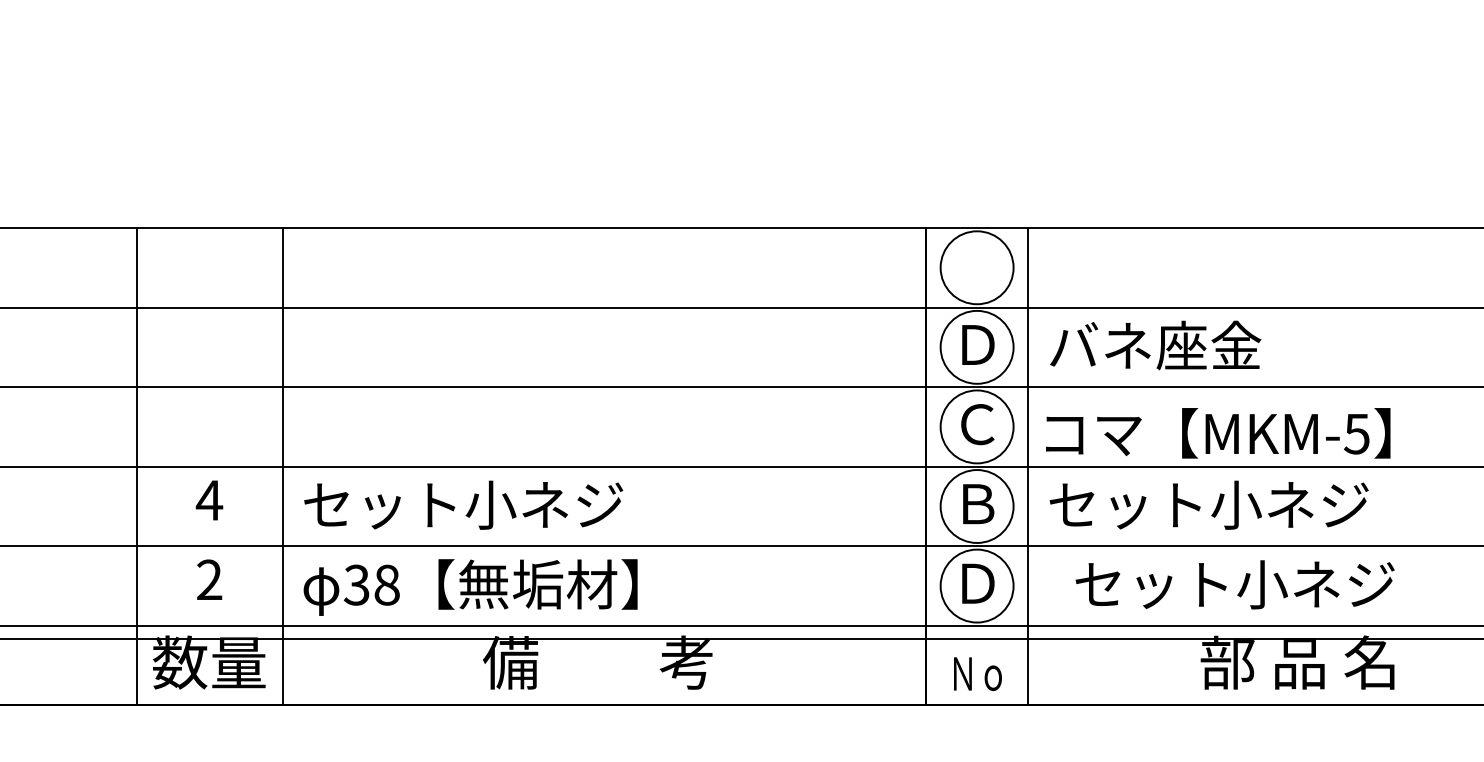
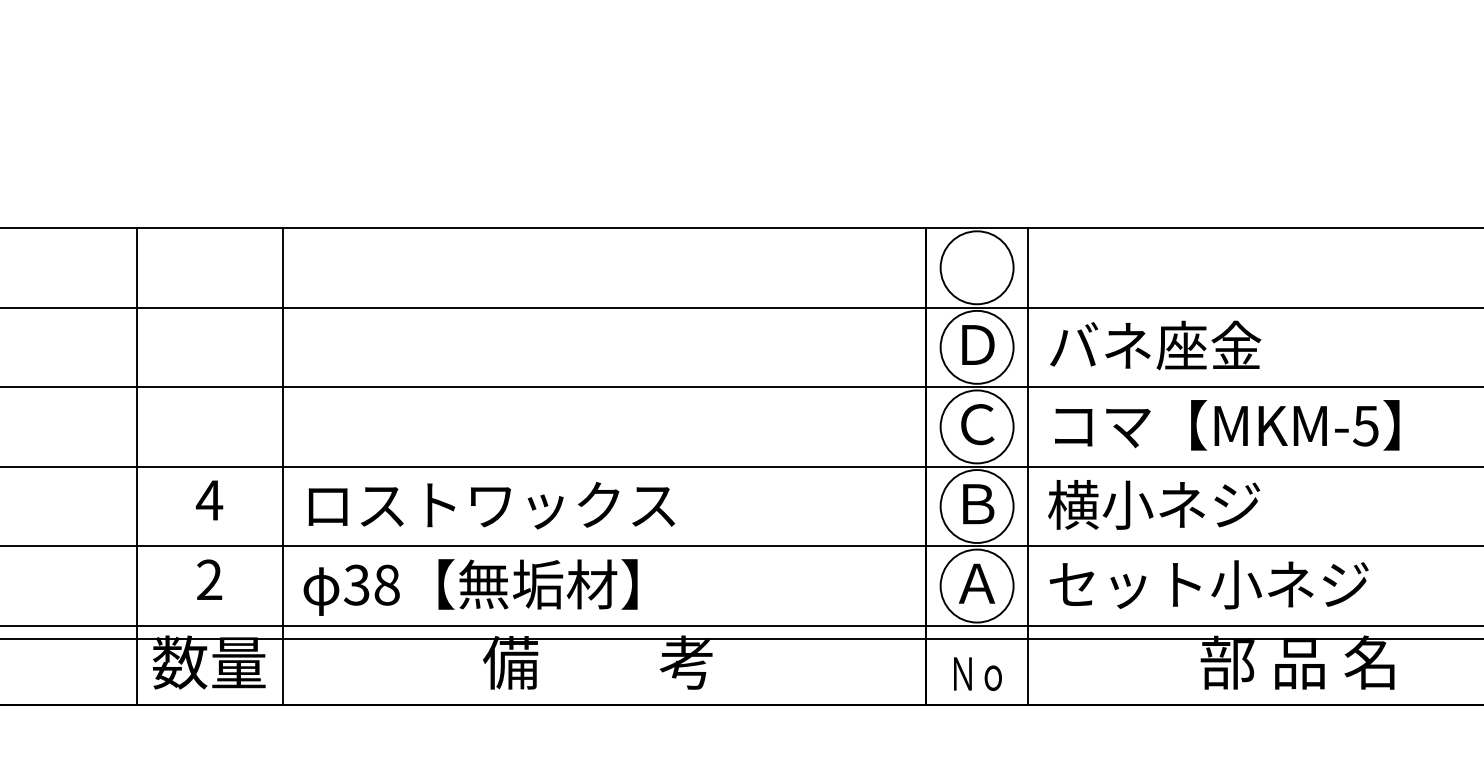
text at (1218, 433) position: (1218, 433) -> (1227, 425)
text at (489, 504): セット小ネジ -> ロストワックス
text at (1208, 504): セット小ネジ -> 横小ネジ
text at (976, 583): Ｄ -> Ａ
text at (1234, 584) position: (1234, 584) -> (1208, 584)
